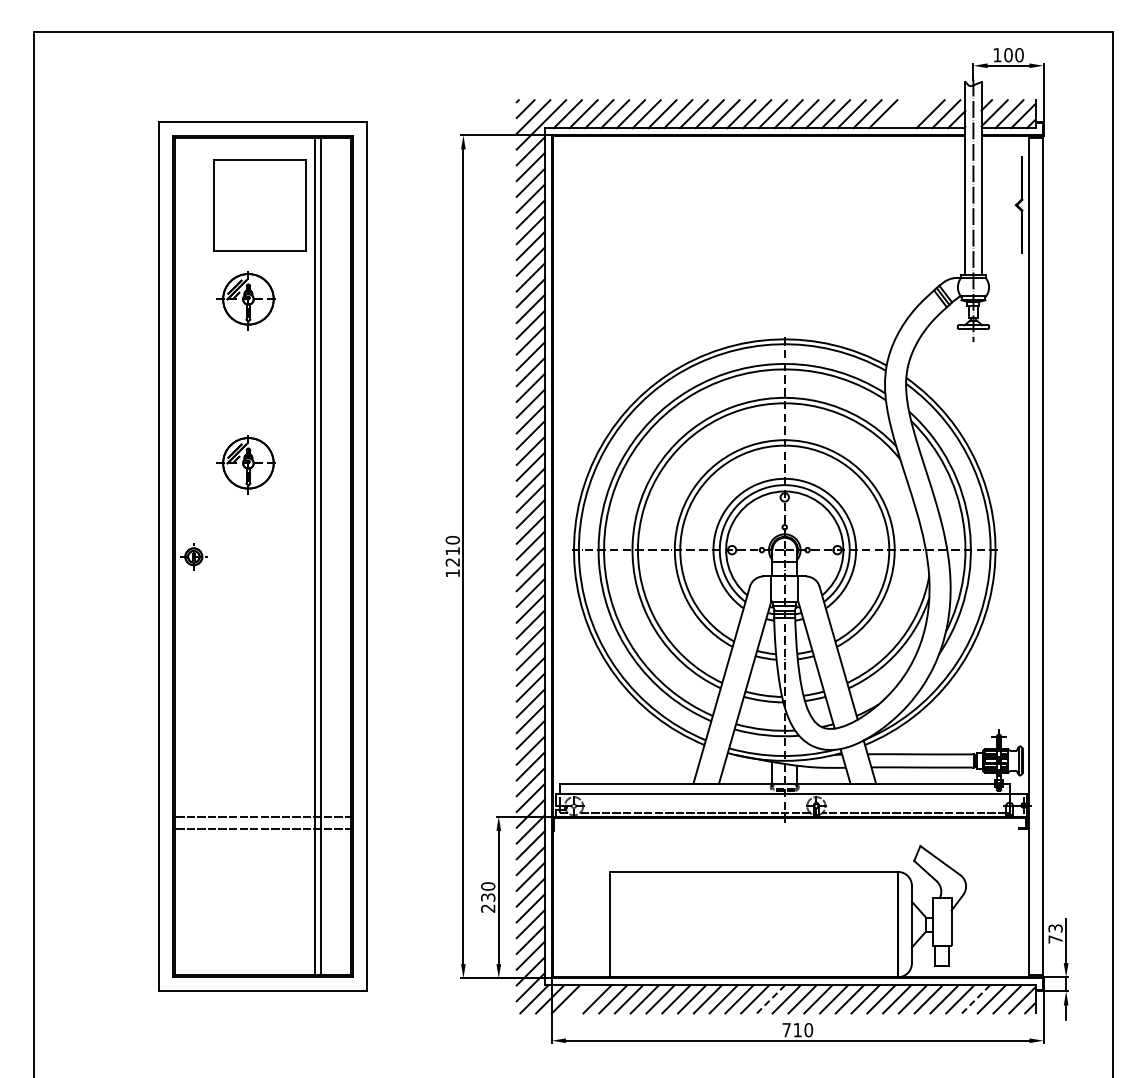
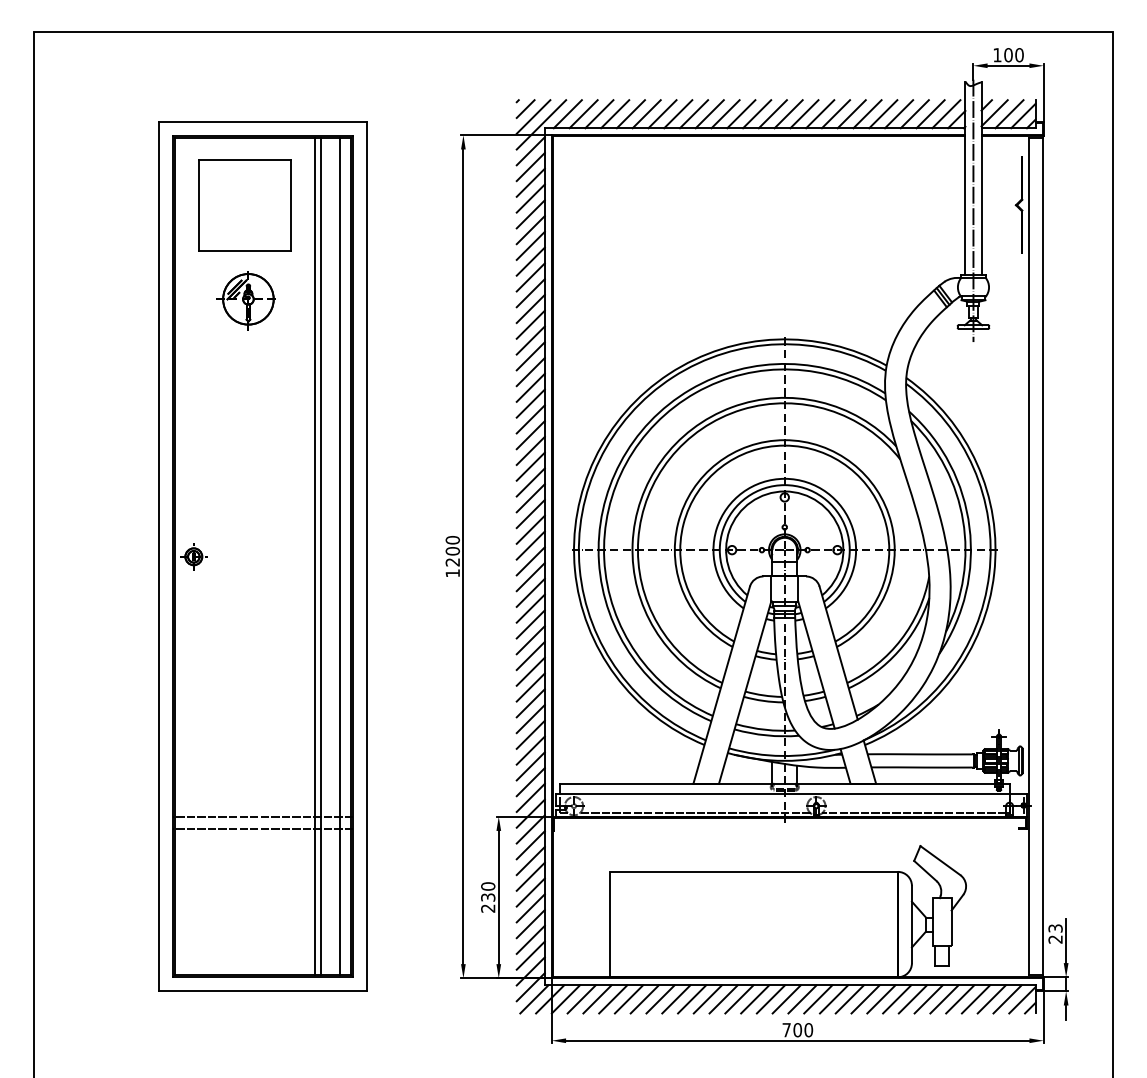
line at (899, 114): none -> present
line at (914, 114): none -> present
part at (259, 205) position: (259, 205) -> (244, 205)
part at (245, 464): present -> none
text at (452, 551): 1210 -> 1200
line at (339, 556): none -> present
text at (1055, 939): 73 -> 23
line at (581, 999): none -> present
line at (770, 999): dashed -> solid
line at (975, 999): dashed -> solid
text at (797, 1030): 710 -> 700
